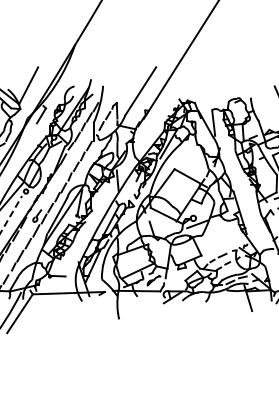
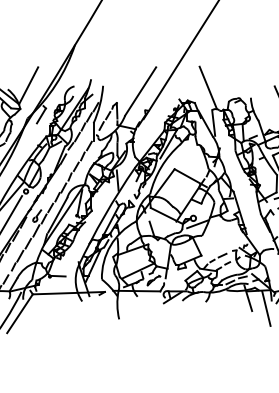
line at (207, 87): none -> present
line at (11, 214): dashed -> solid
line at (266, 308): none -> present
